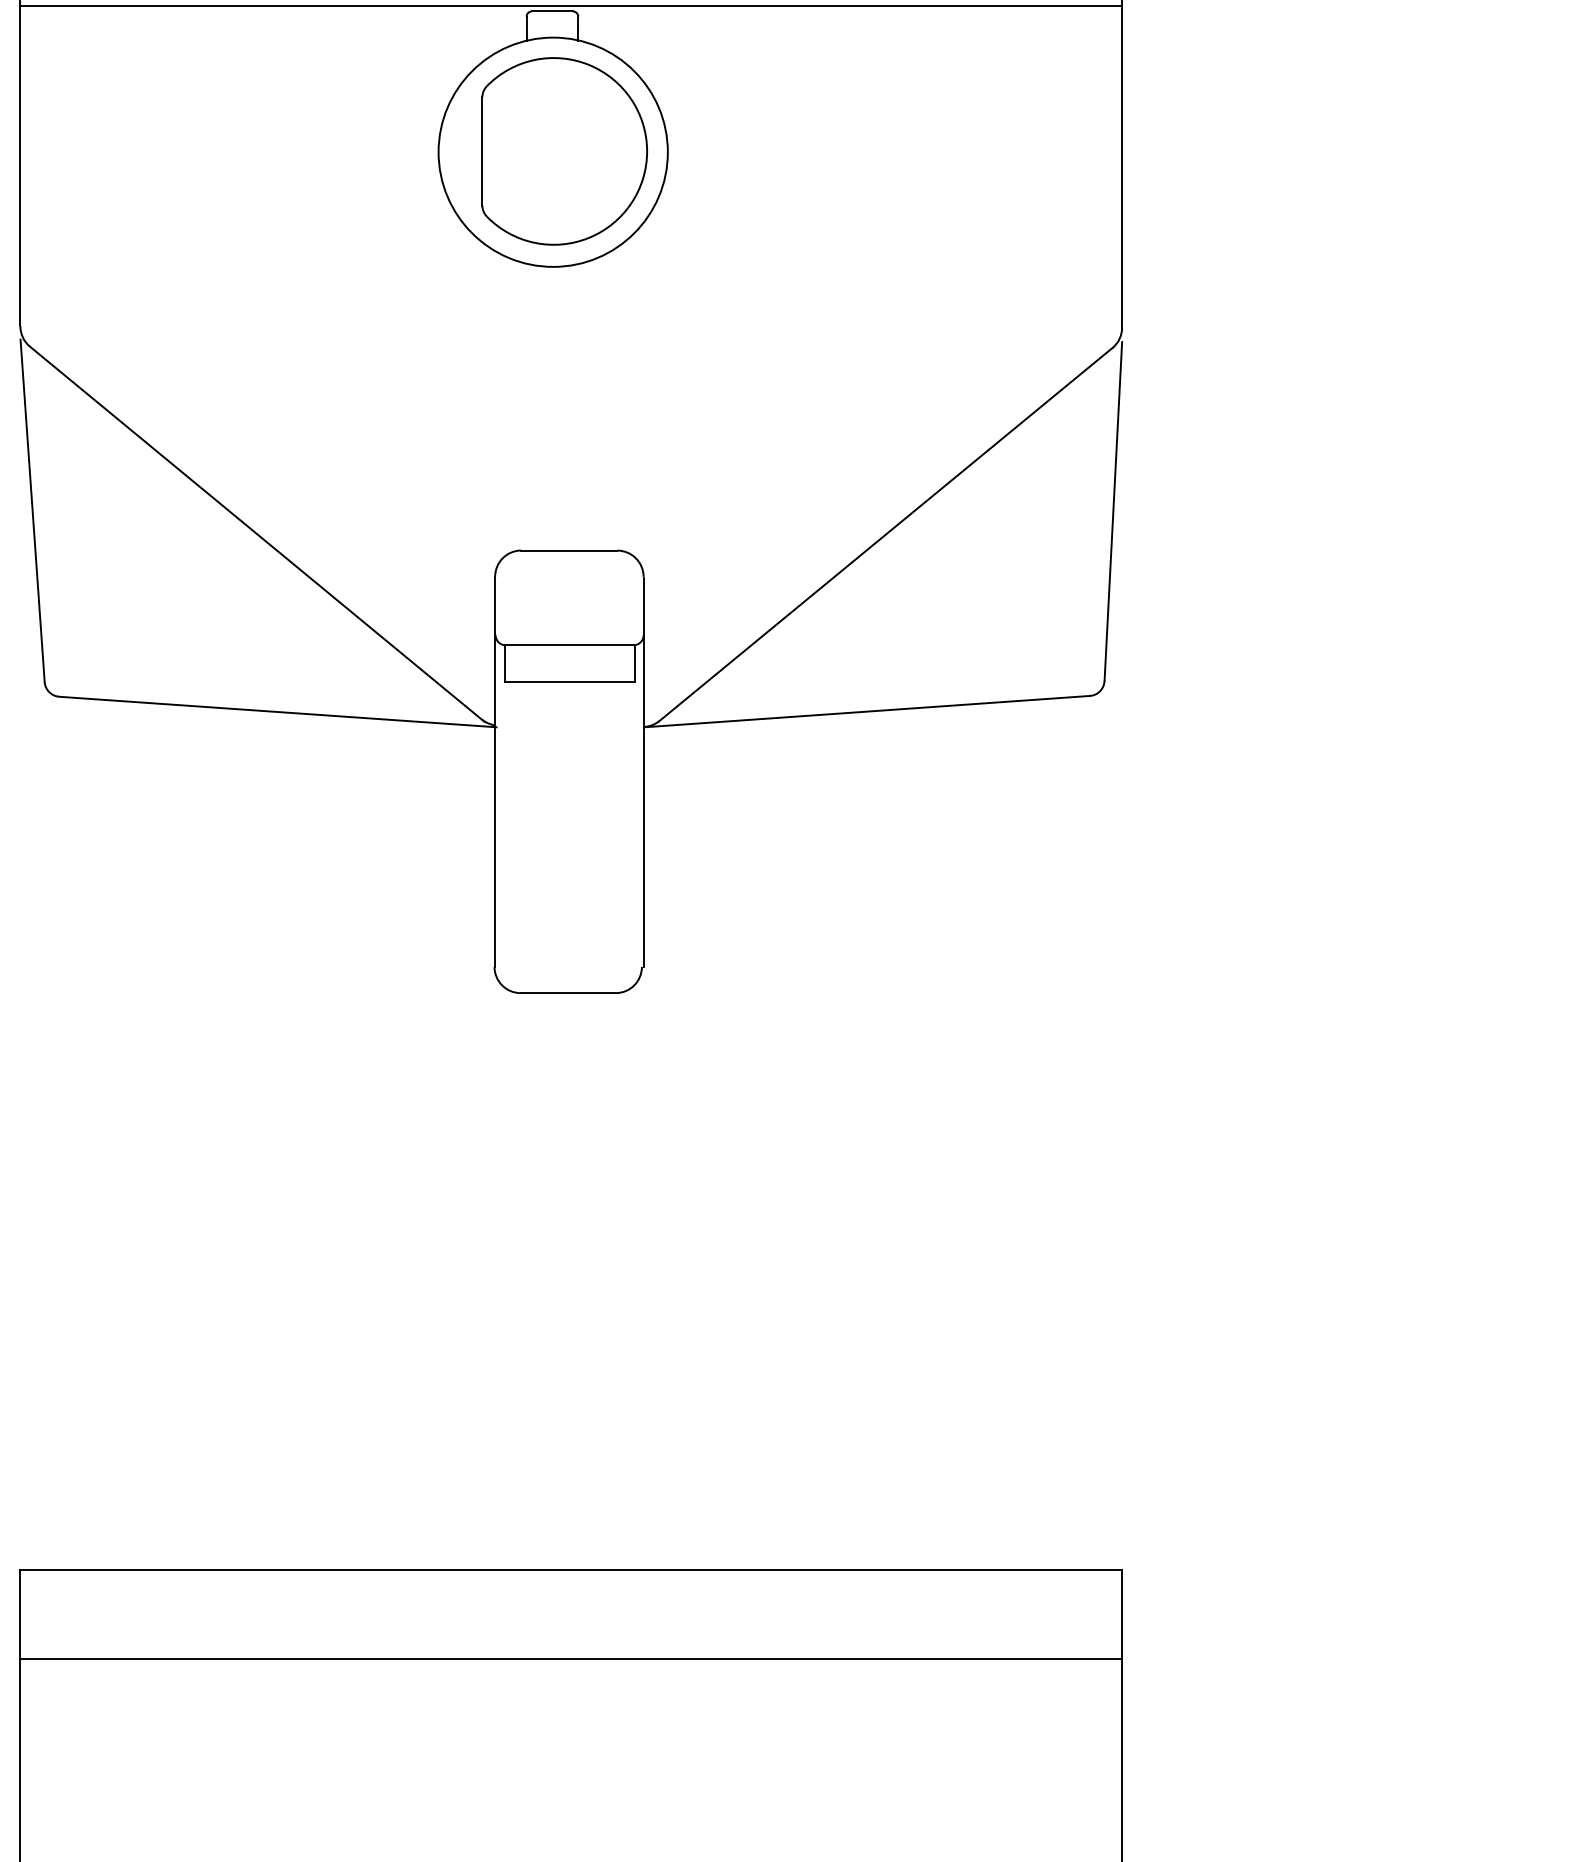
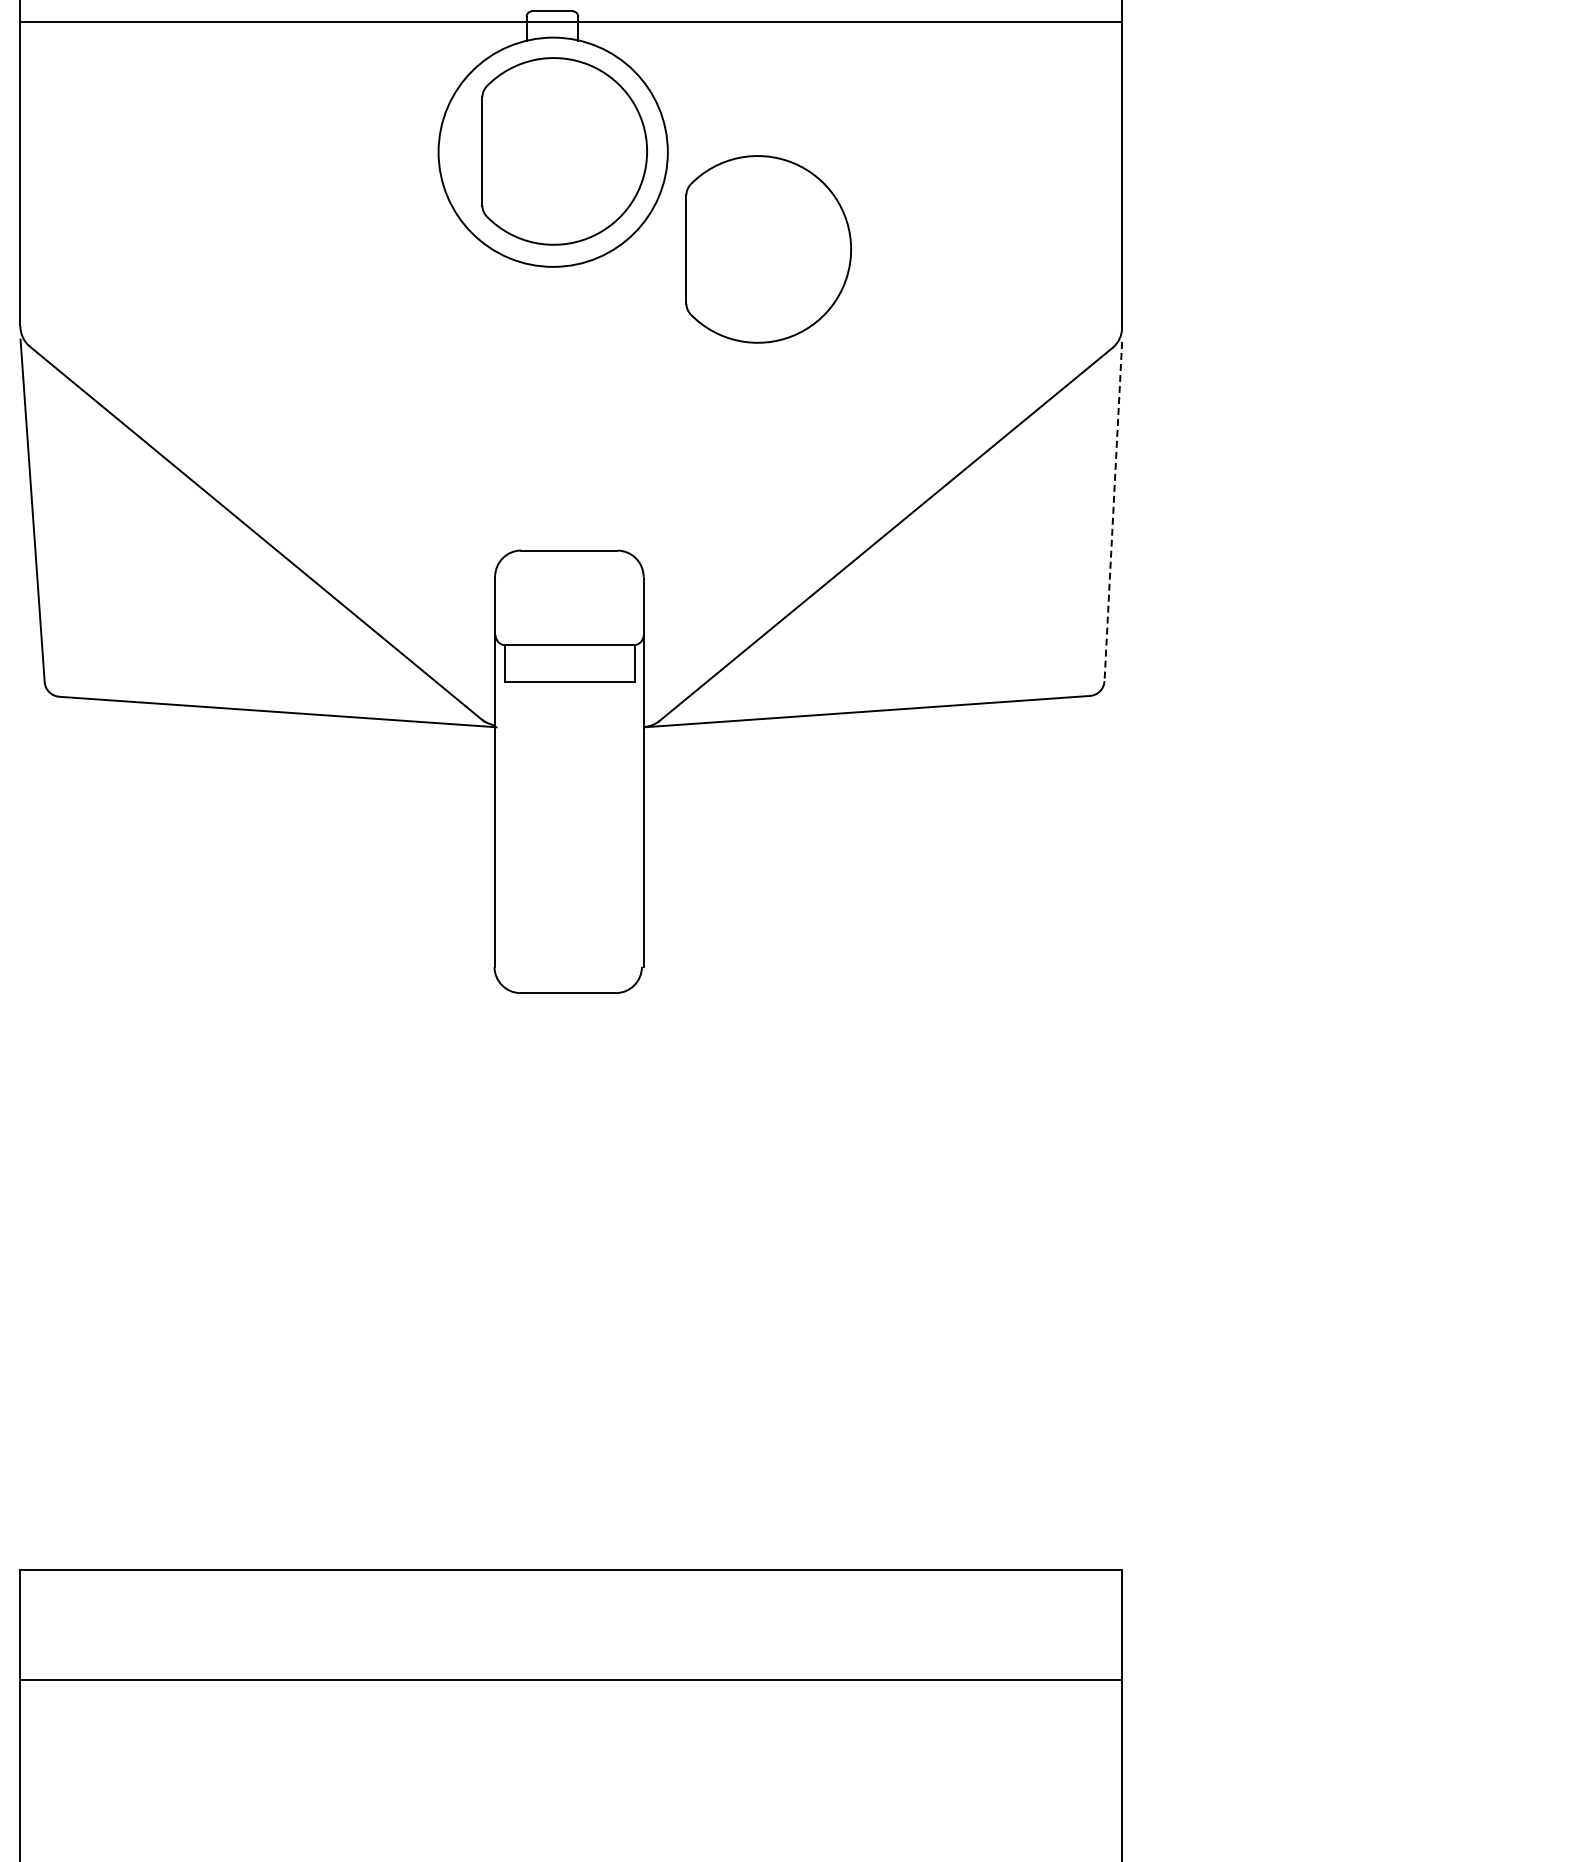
line at (571, 6) position: (571, 6) -> (571, 22)
part at (768, 249): none -> present
line at (1113, 511): solid -> dashed
line at (571, 1658) position: (571, 1658) -> (571, 1679)
